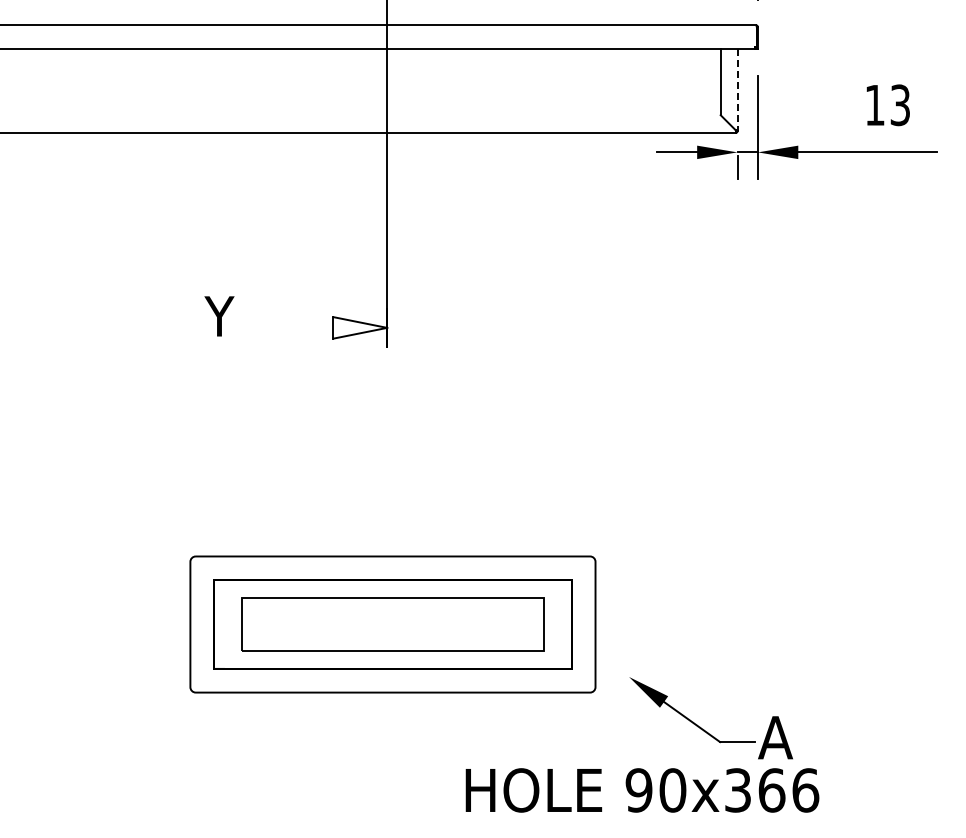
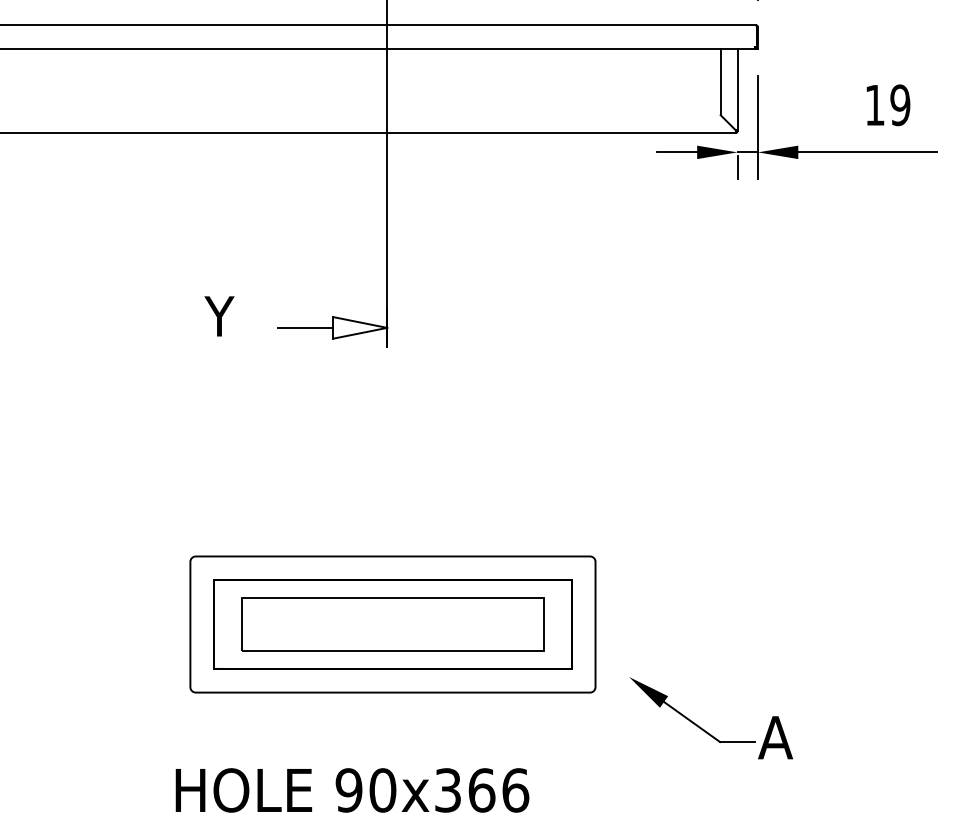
line at (737, 90): dashed -> solid
text at (900, 105): 13 -> 19
line at (305, 327): none -> present
text at (642, 790) position: (642, 790) -> (352, 790)
